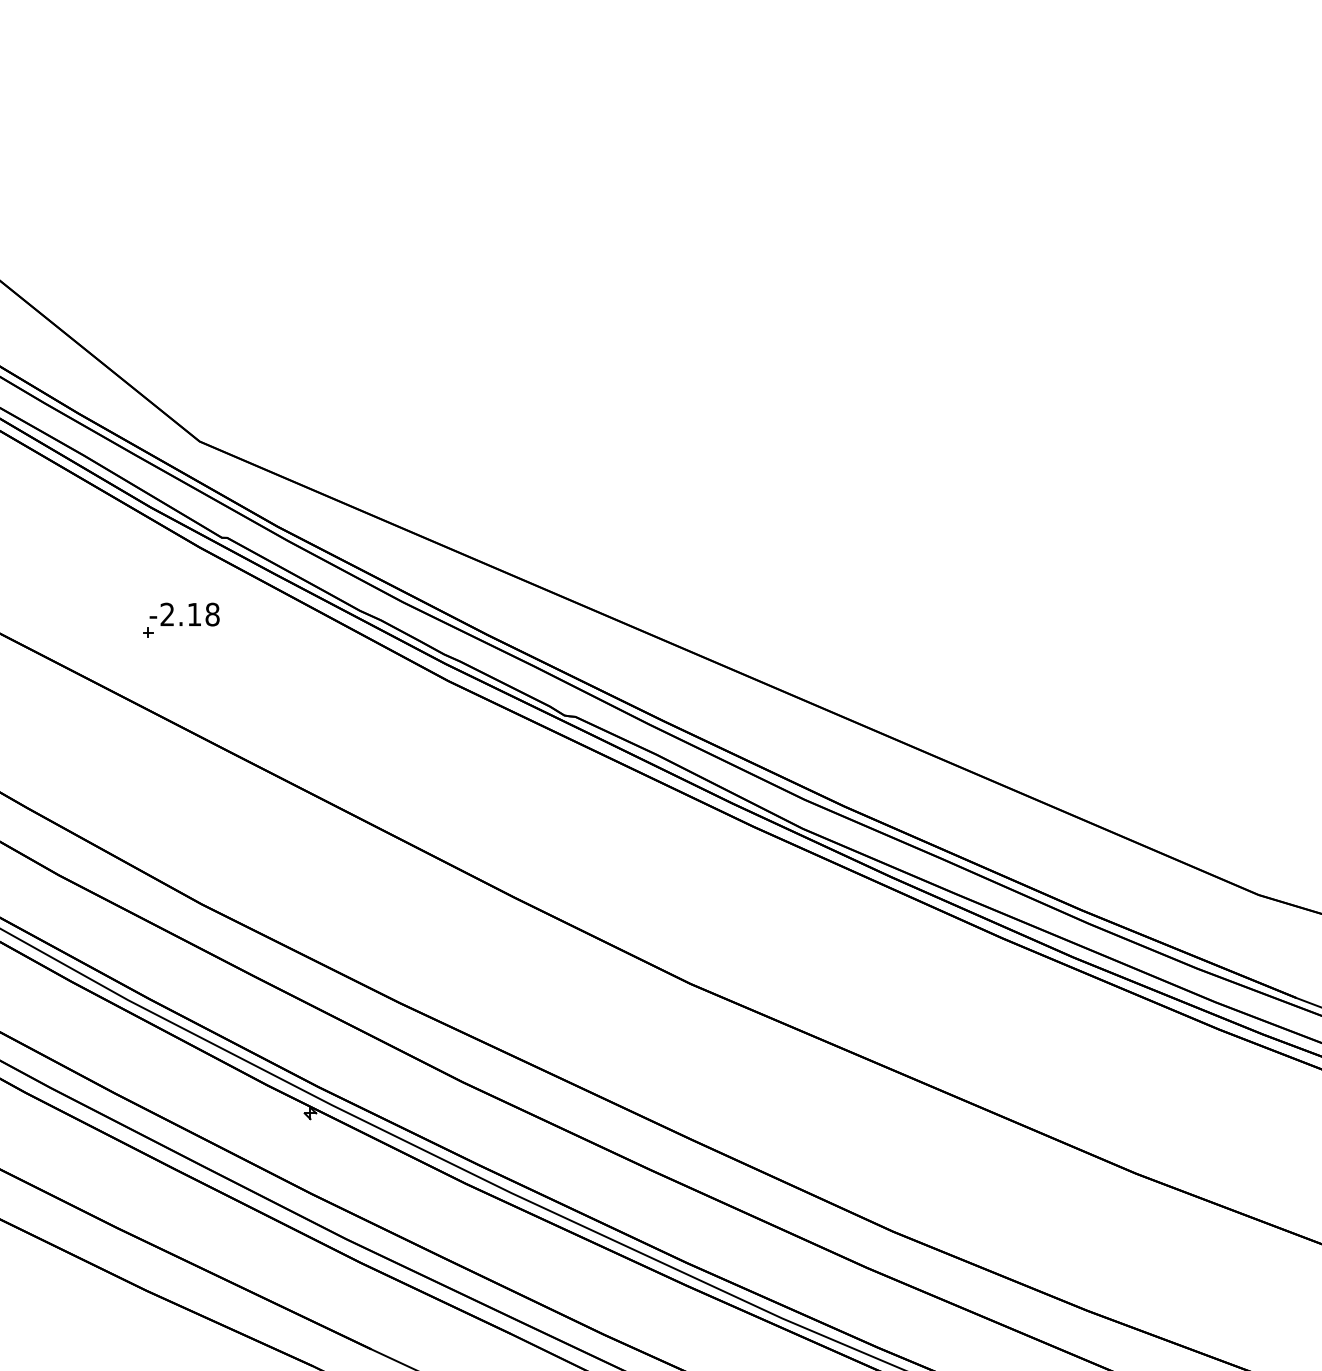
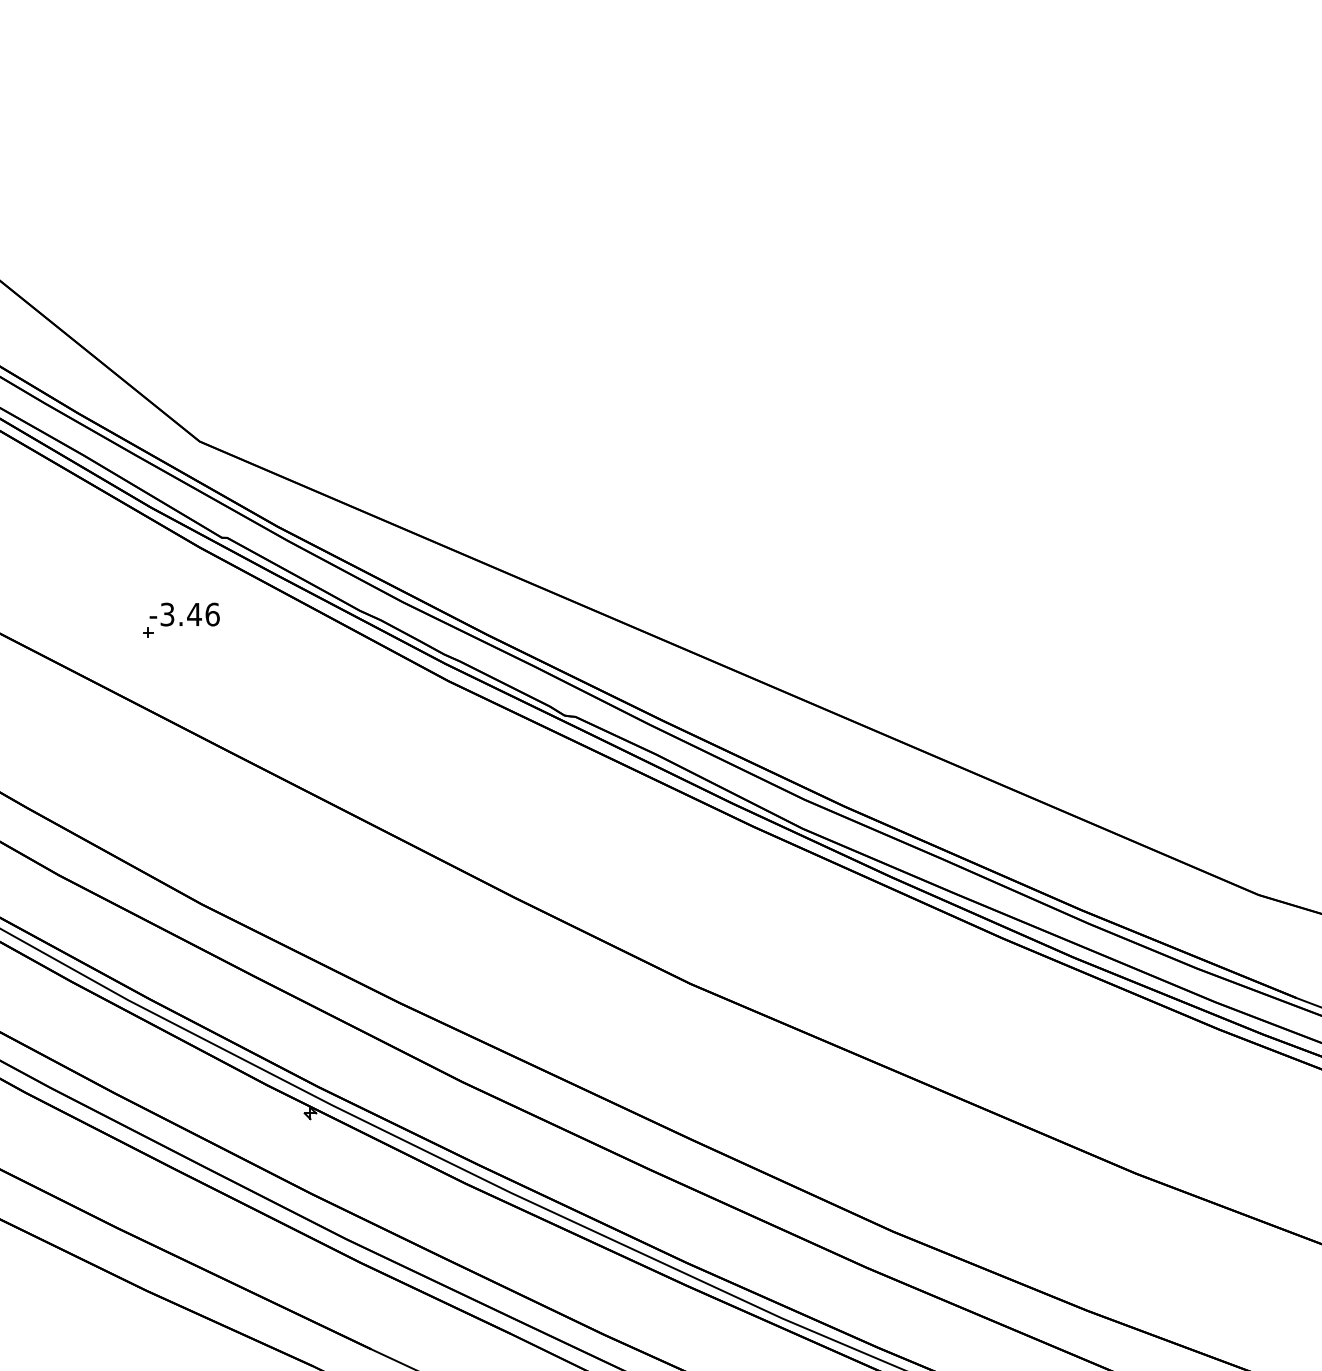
text at (189, 614): -2.18 -> -3.46
